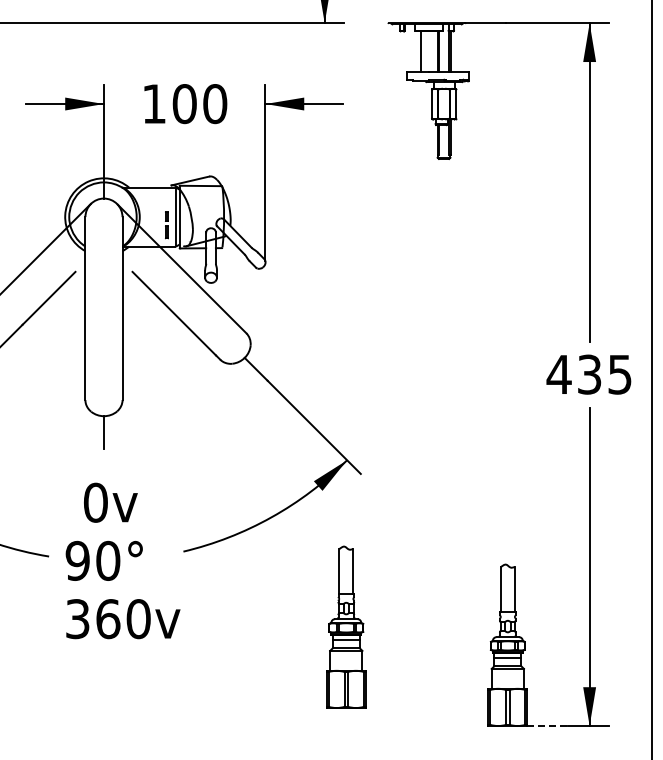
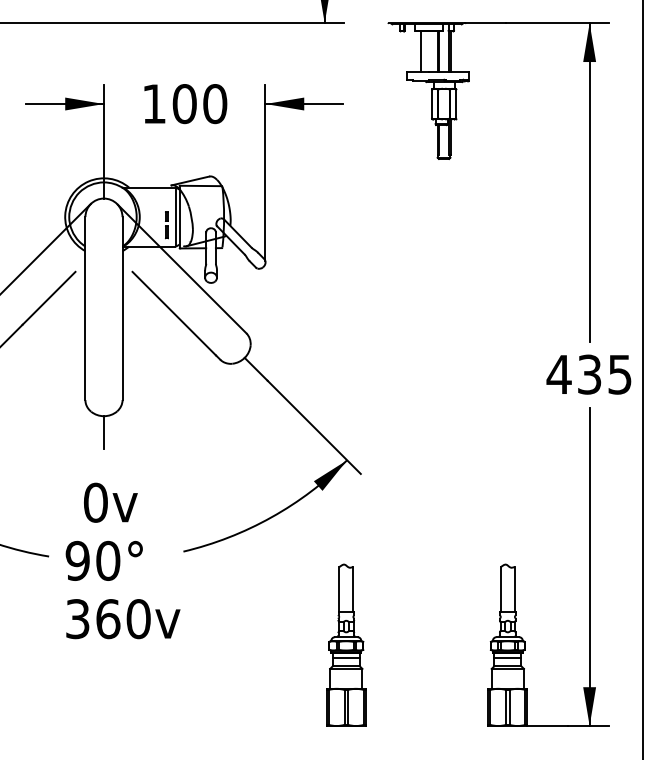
line at (651, 379) position: (651, 379) -> (642, 379)
part at (346, 626) position: (346, 626) -> (346, 644)
line at (547, 725): dashed -> solid
